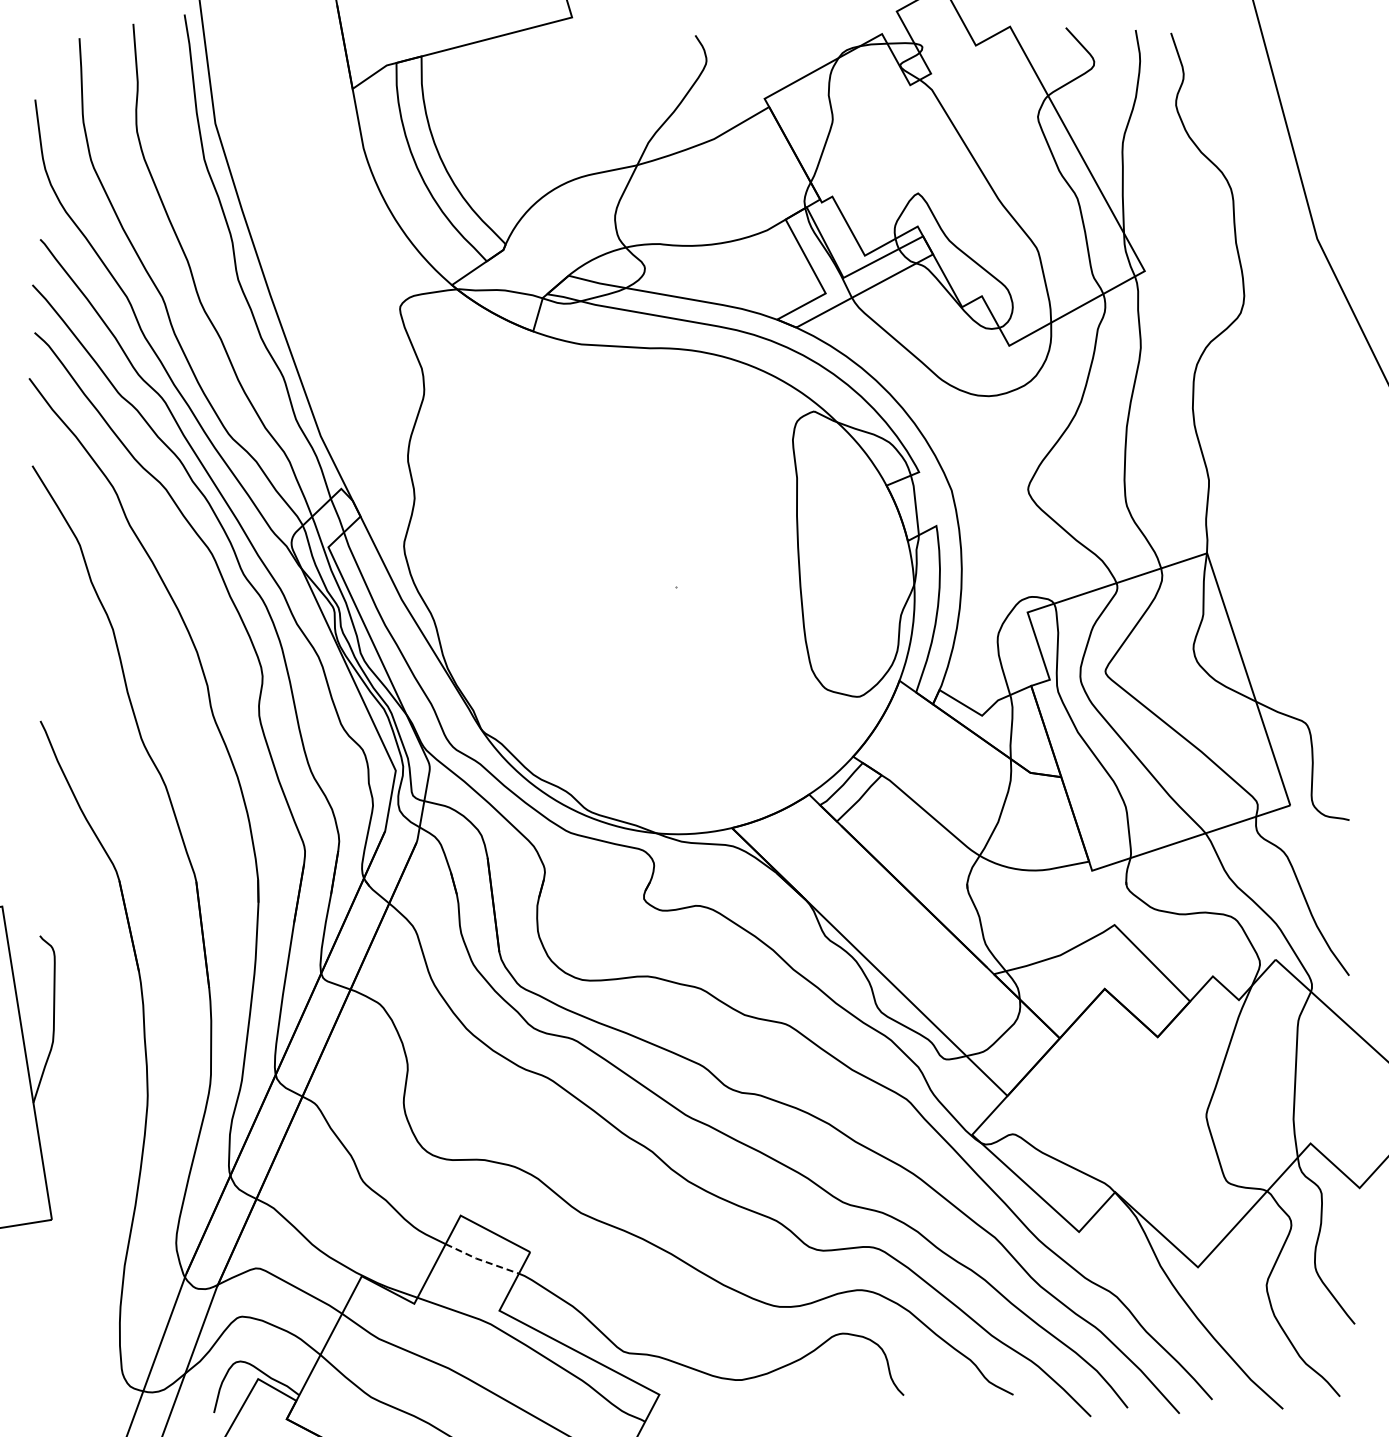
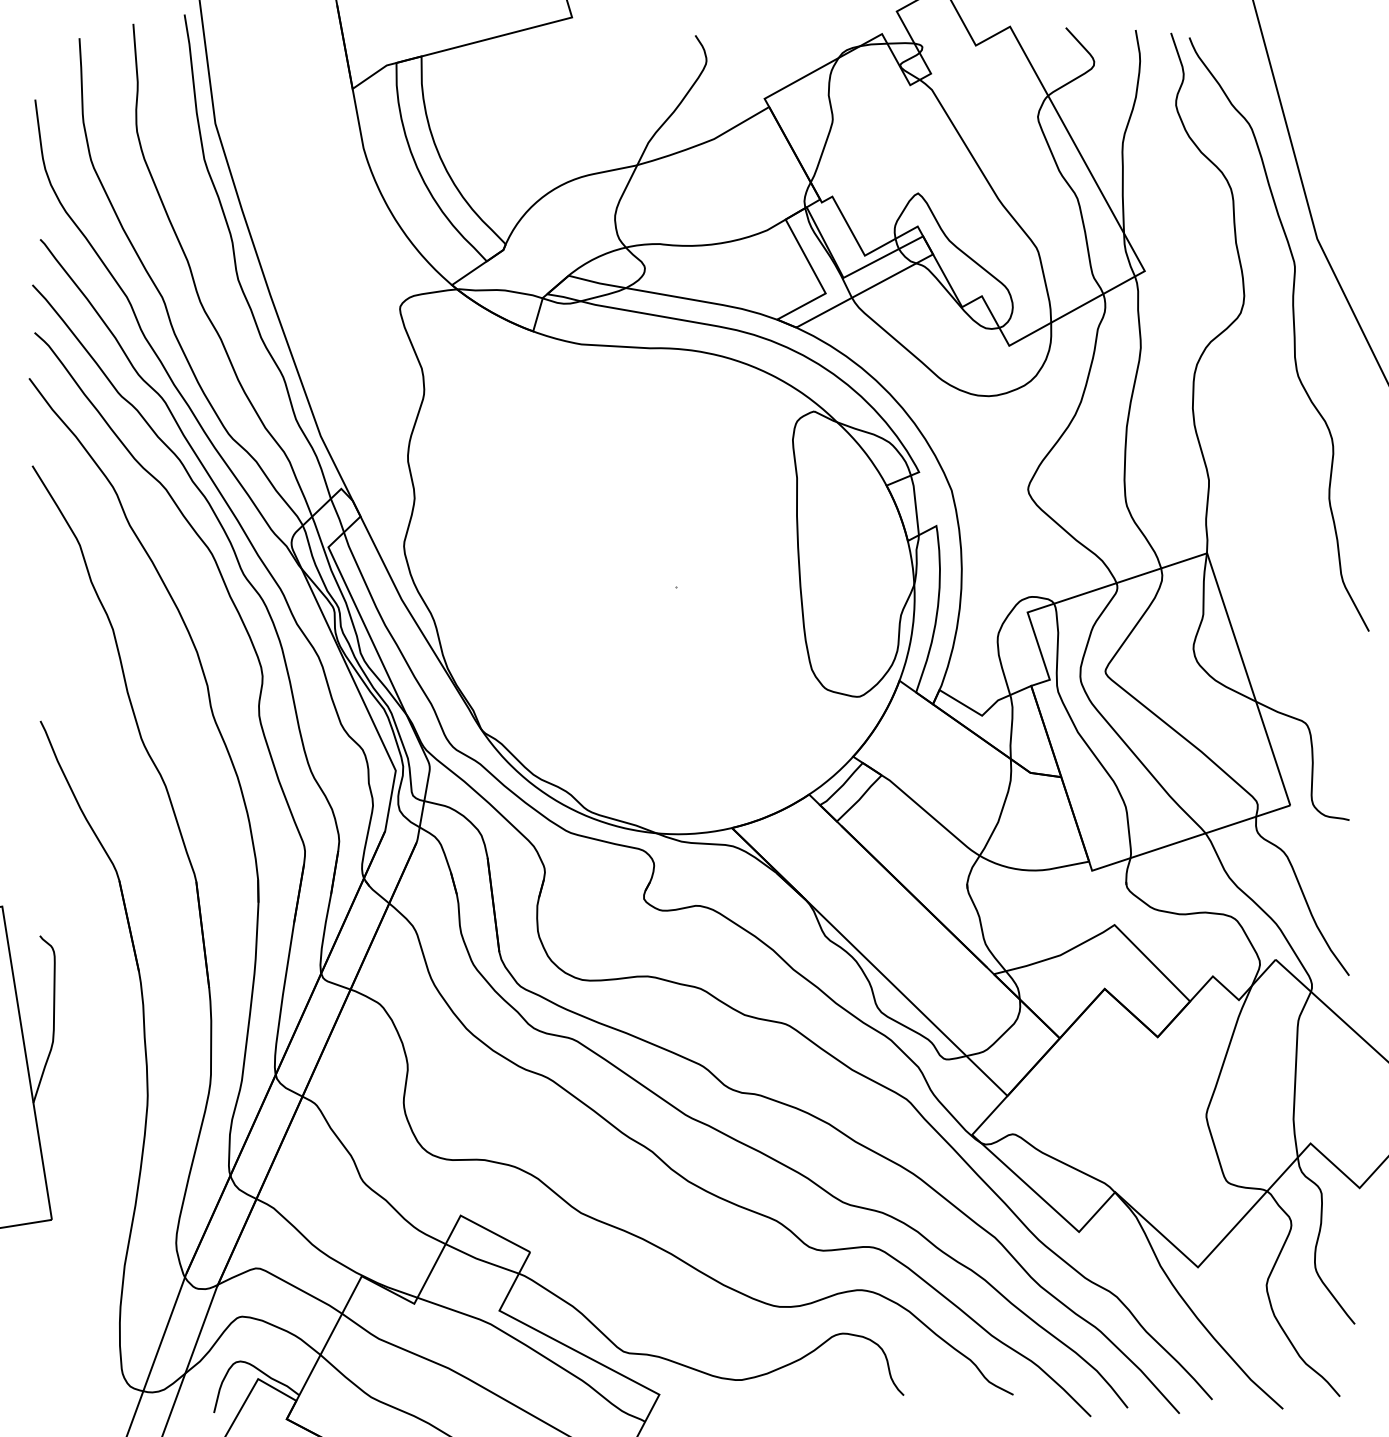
curve at (1293, 334): none -> present
line at (481, 1260): dashed -> solid
